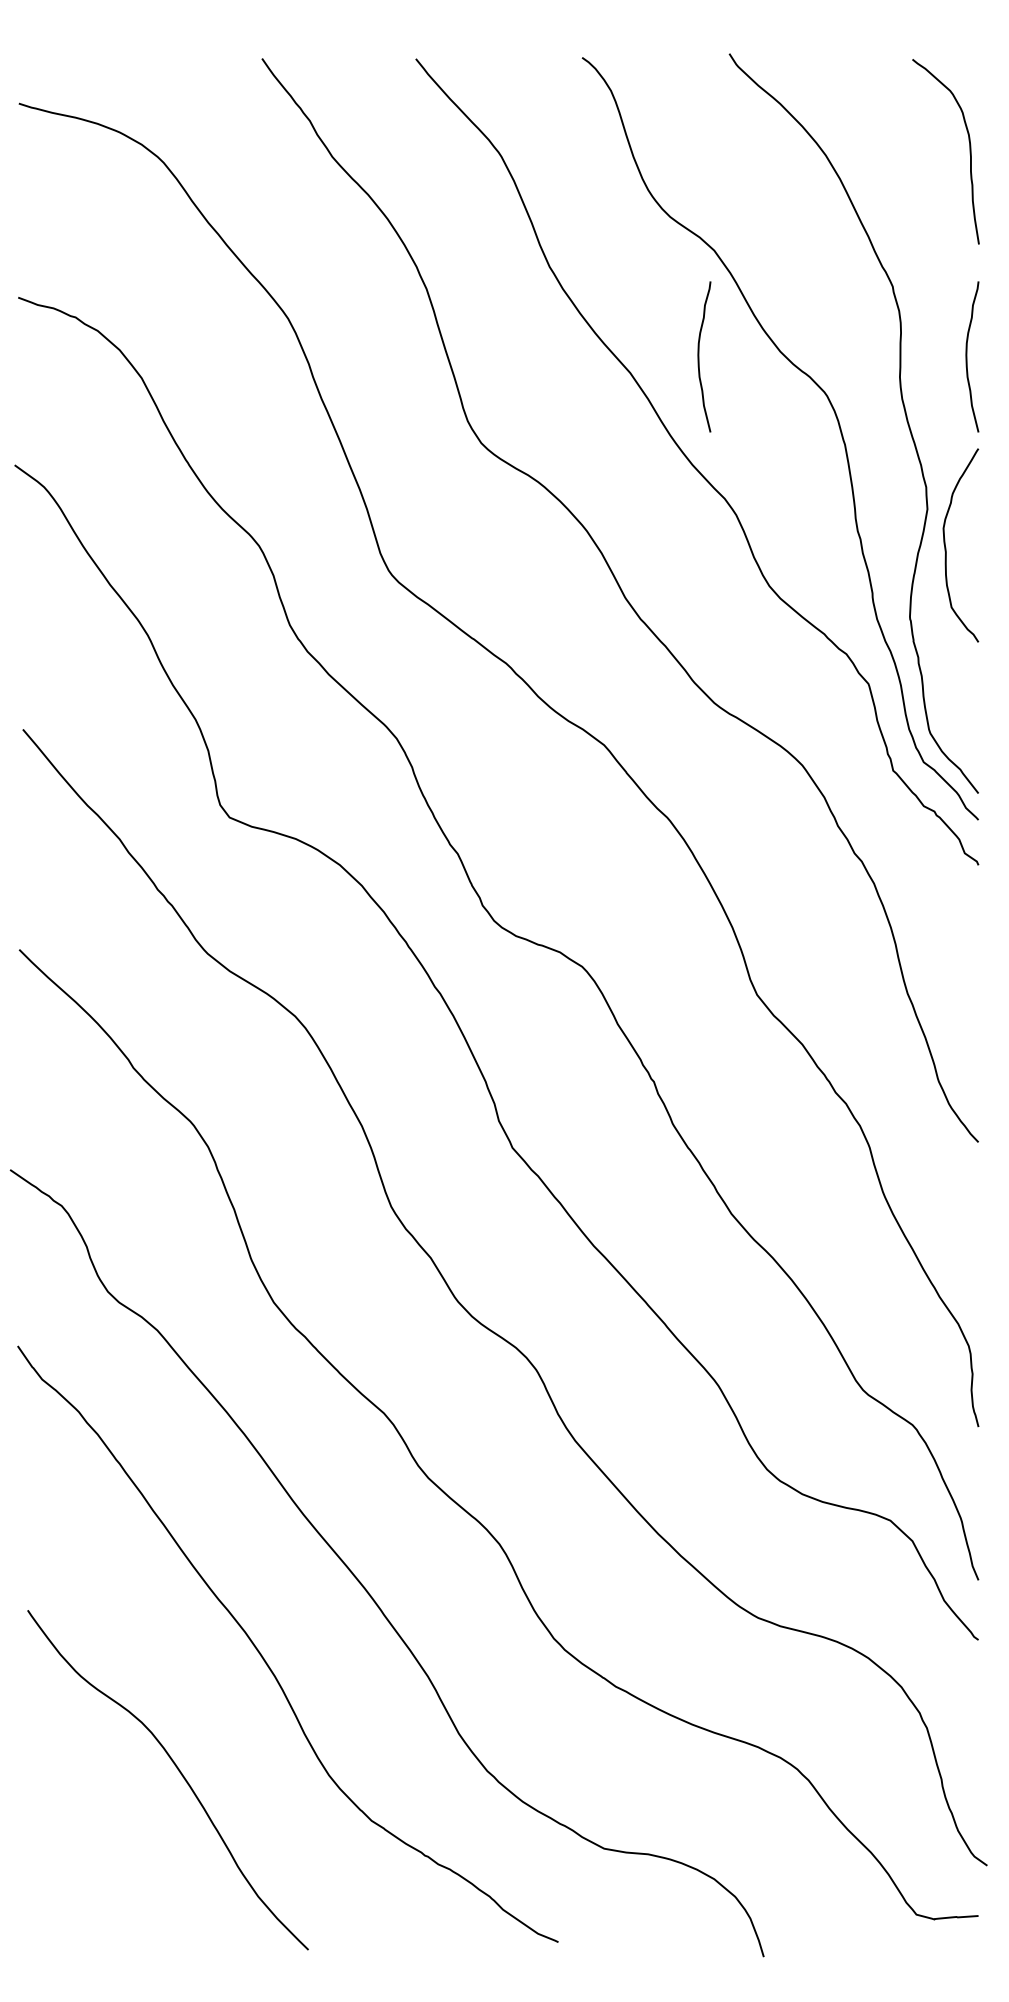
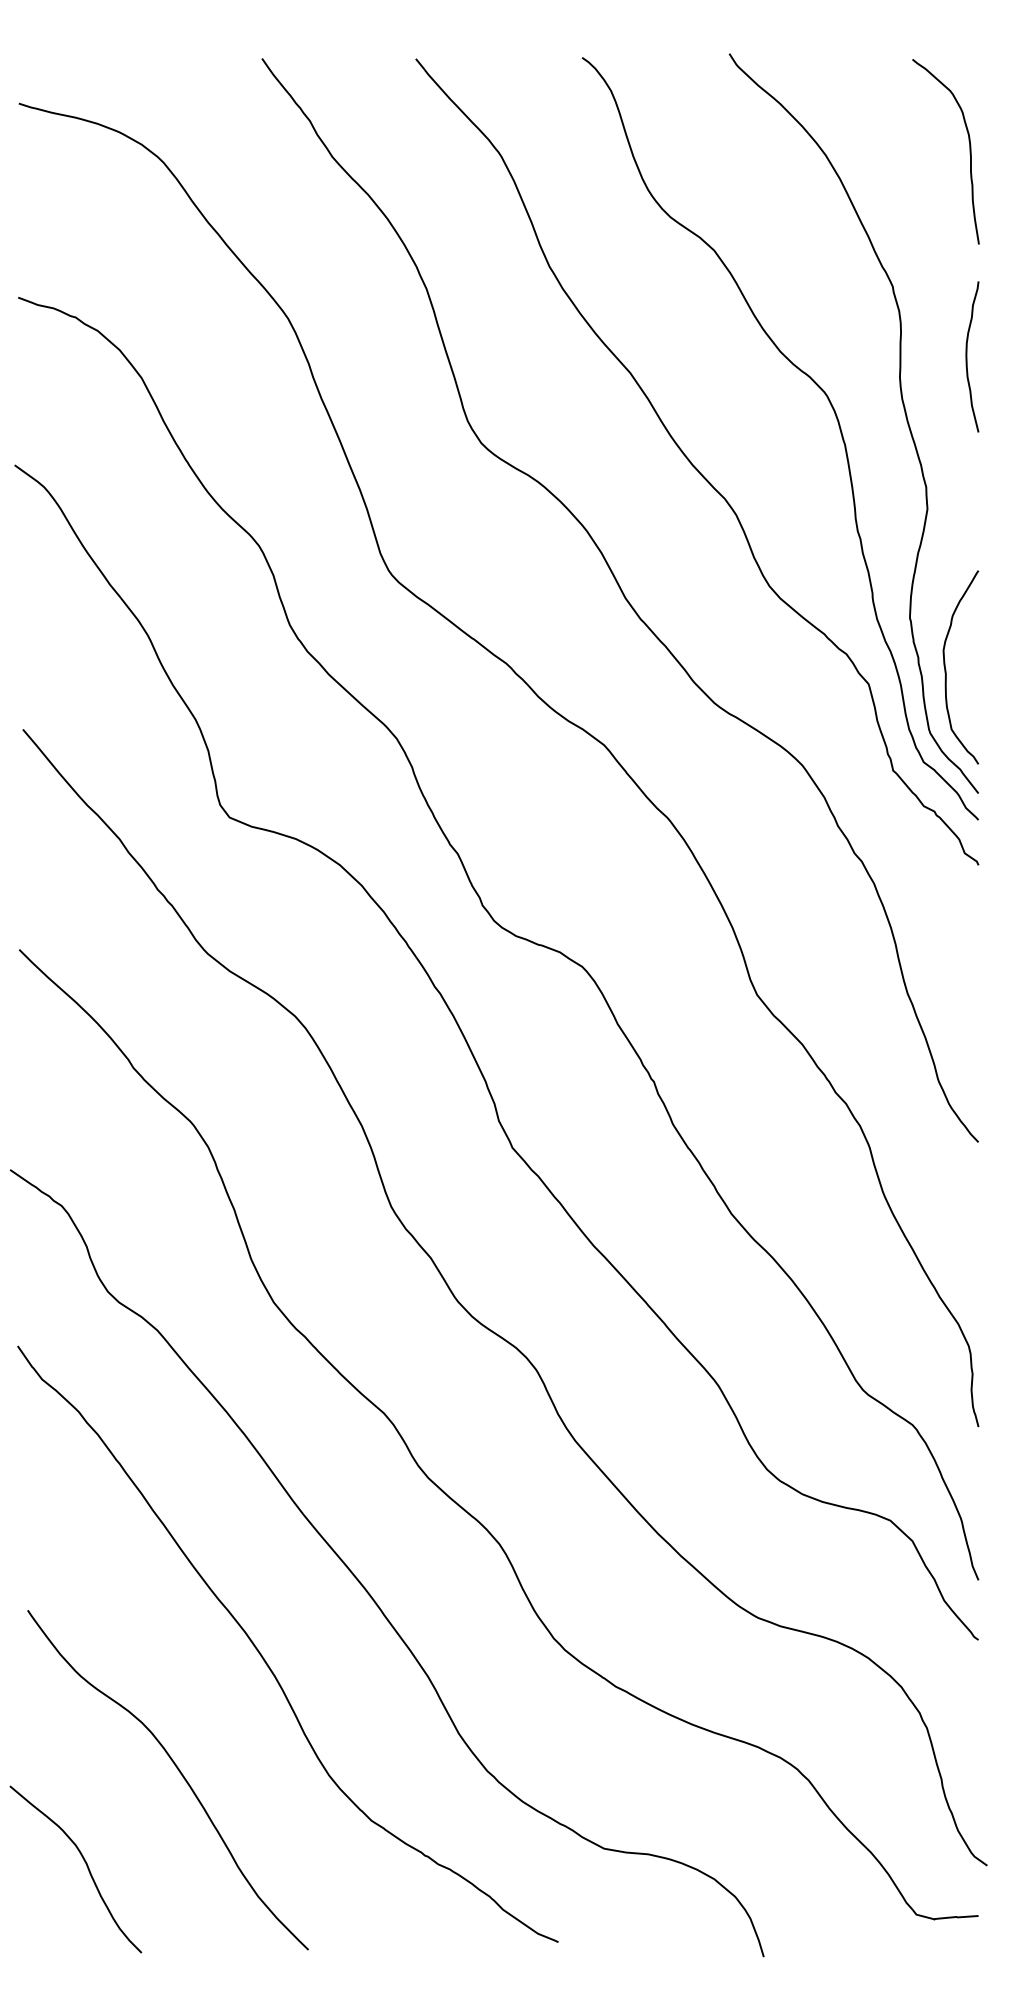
curve at (699, 356): present -> none
curve at (946, 547) position: (946, 547) -> (946, 669)
curve at (85, 1864): none -> present
